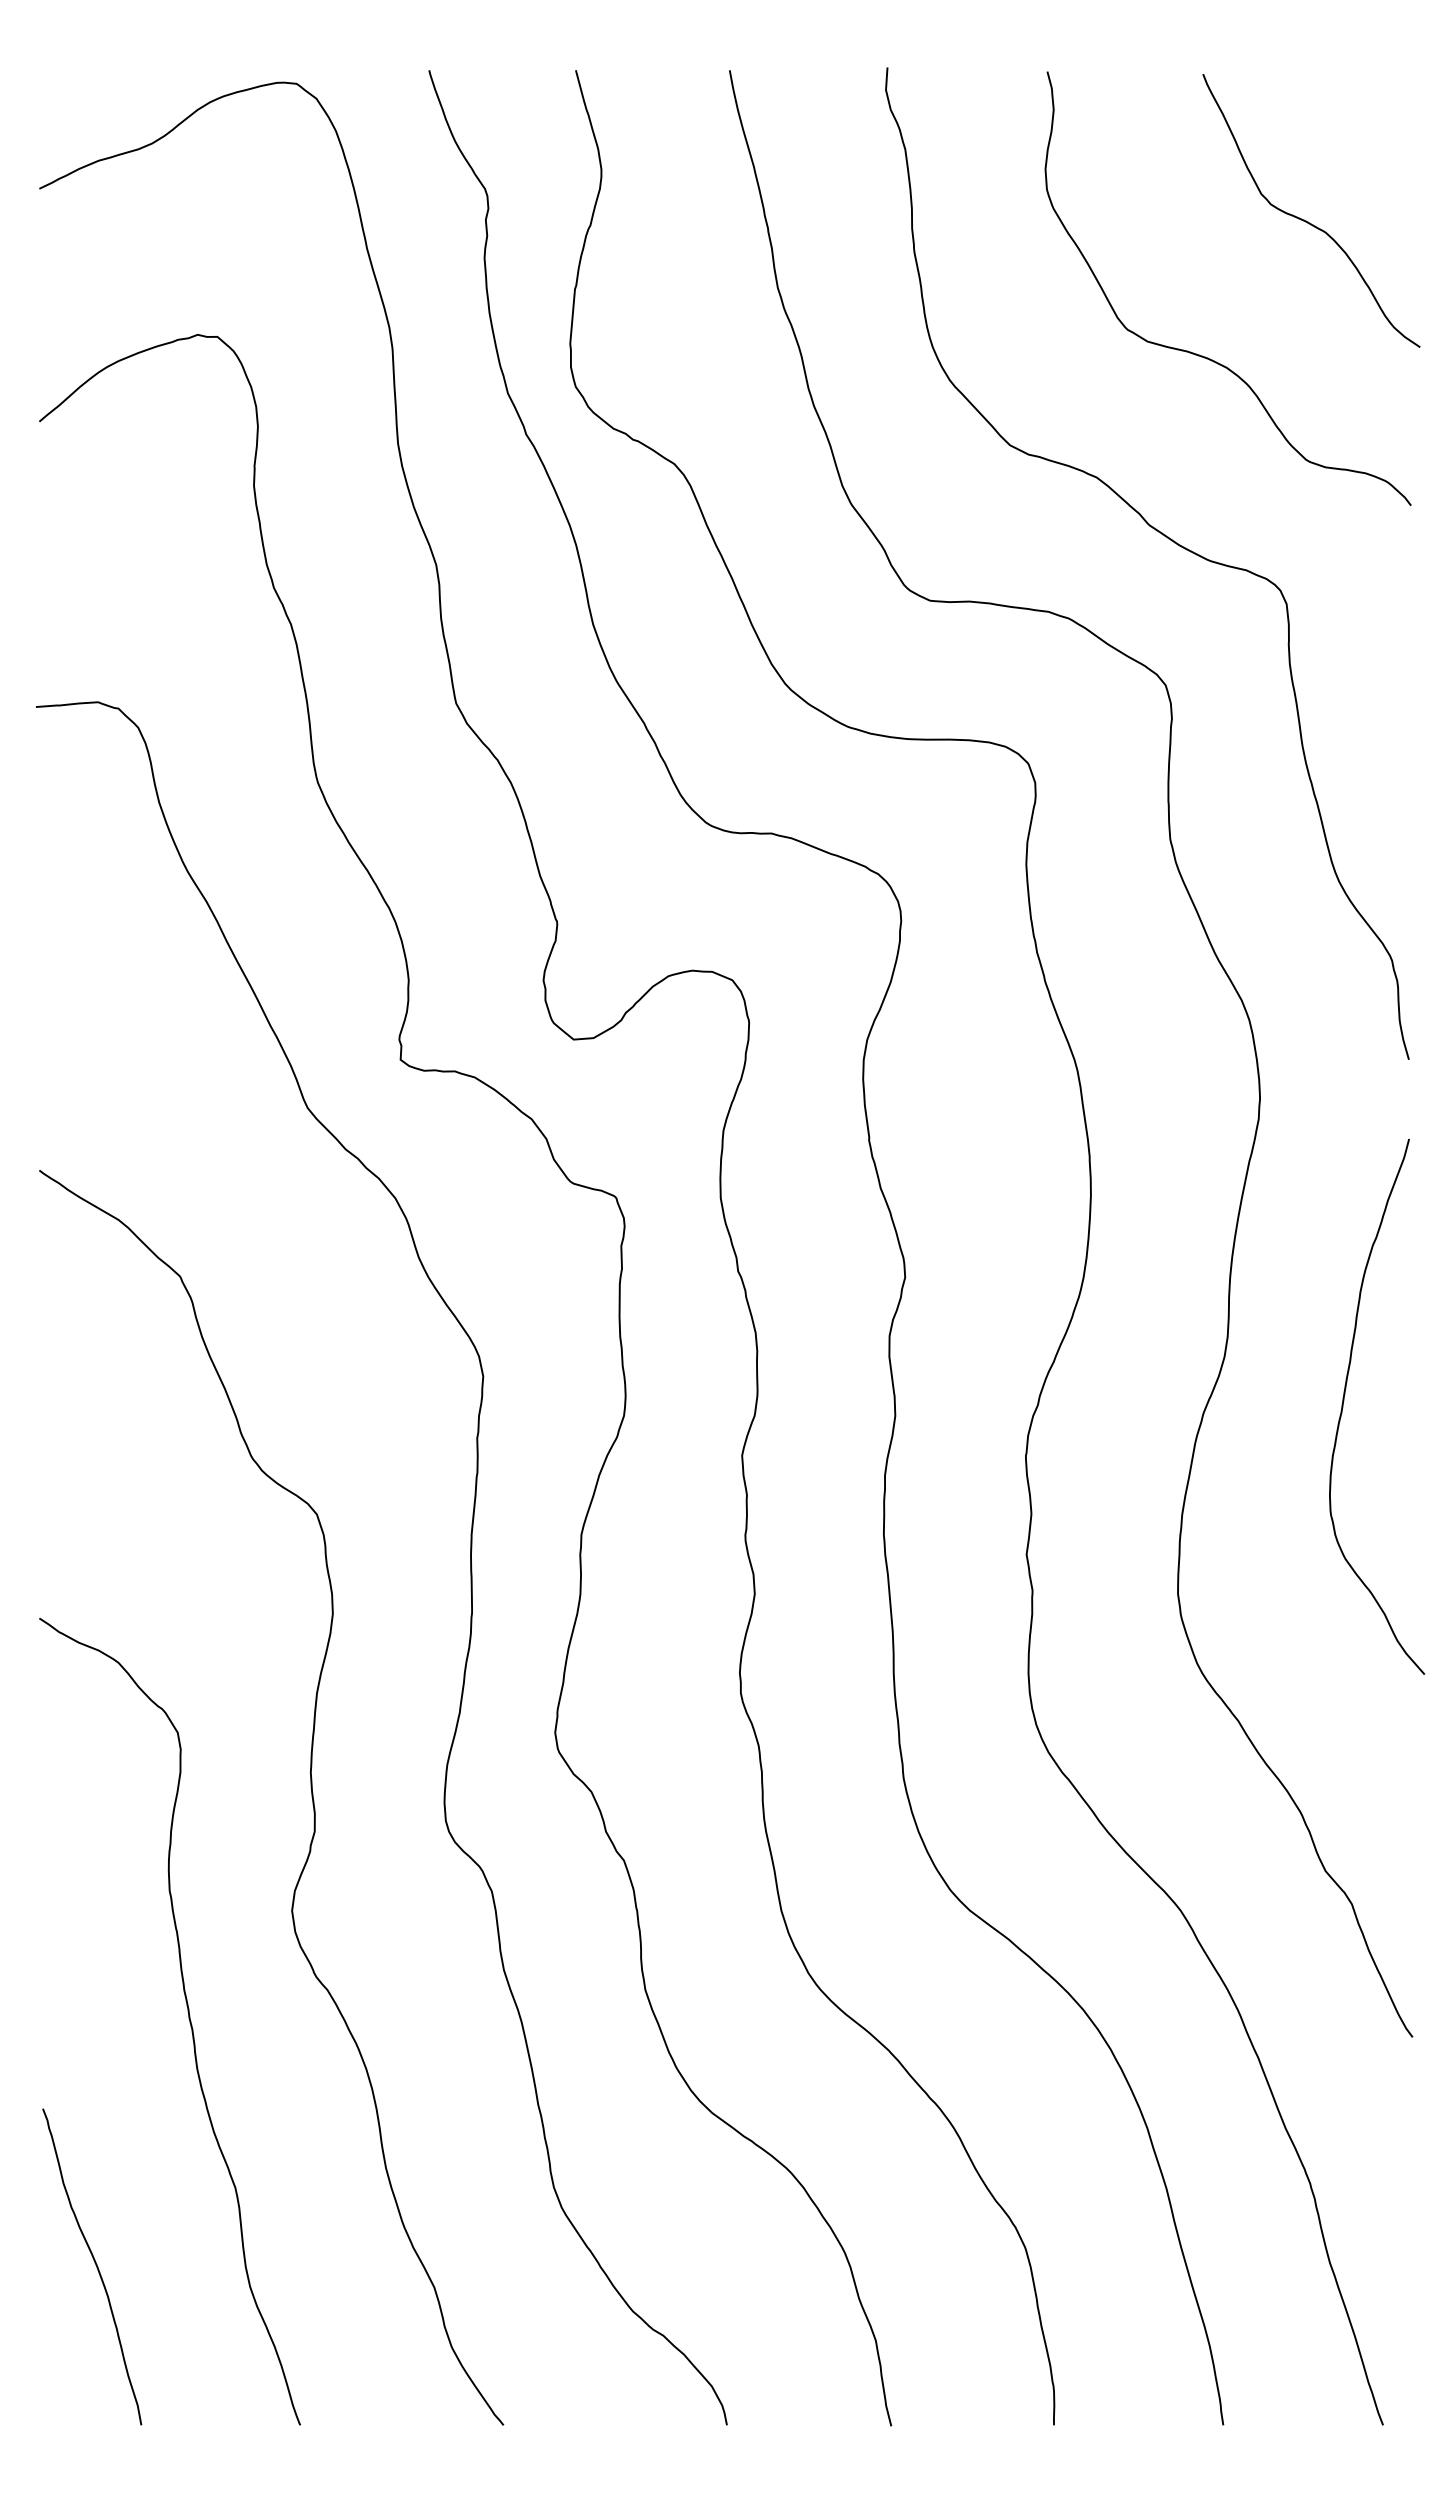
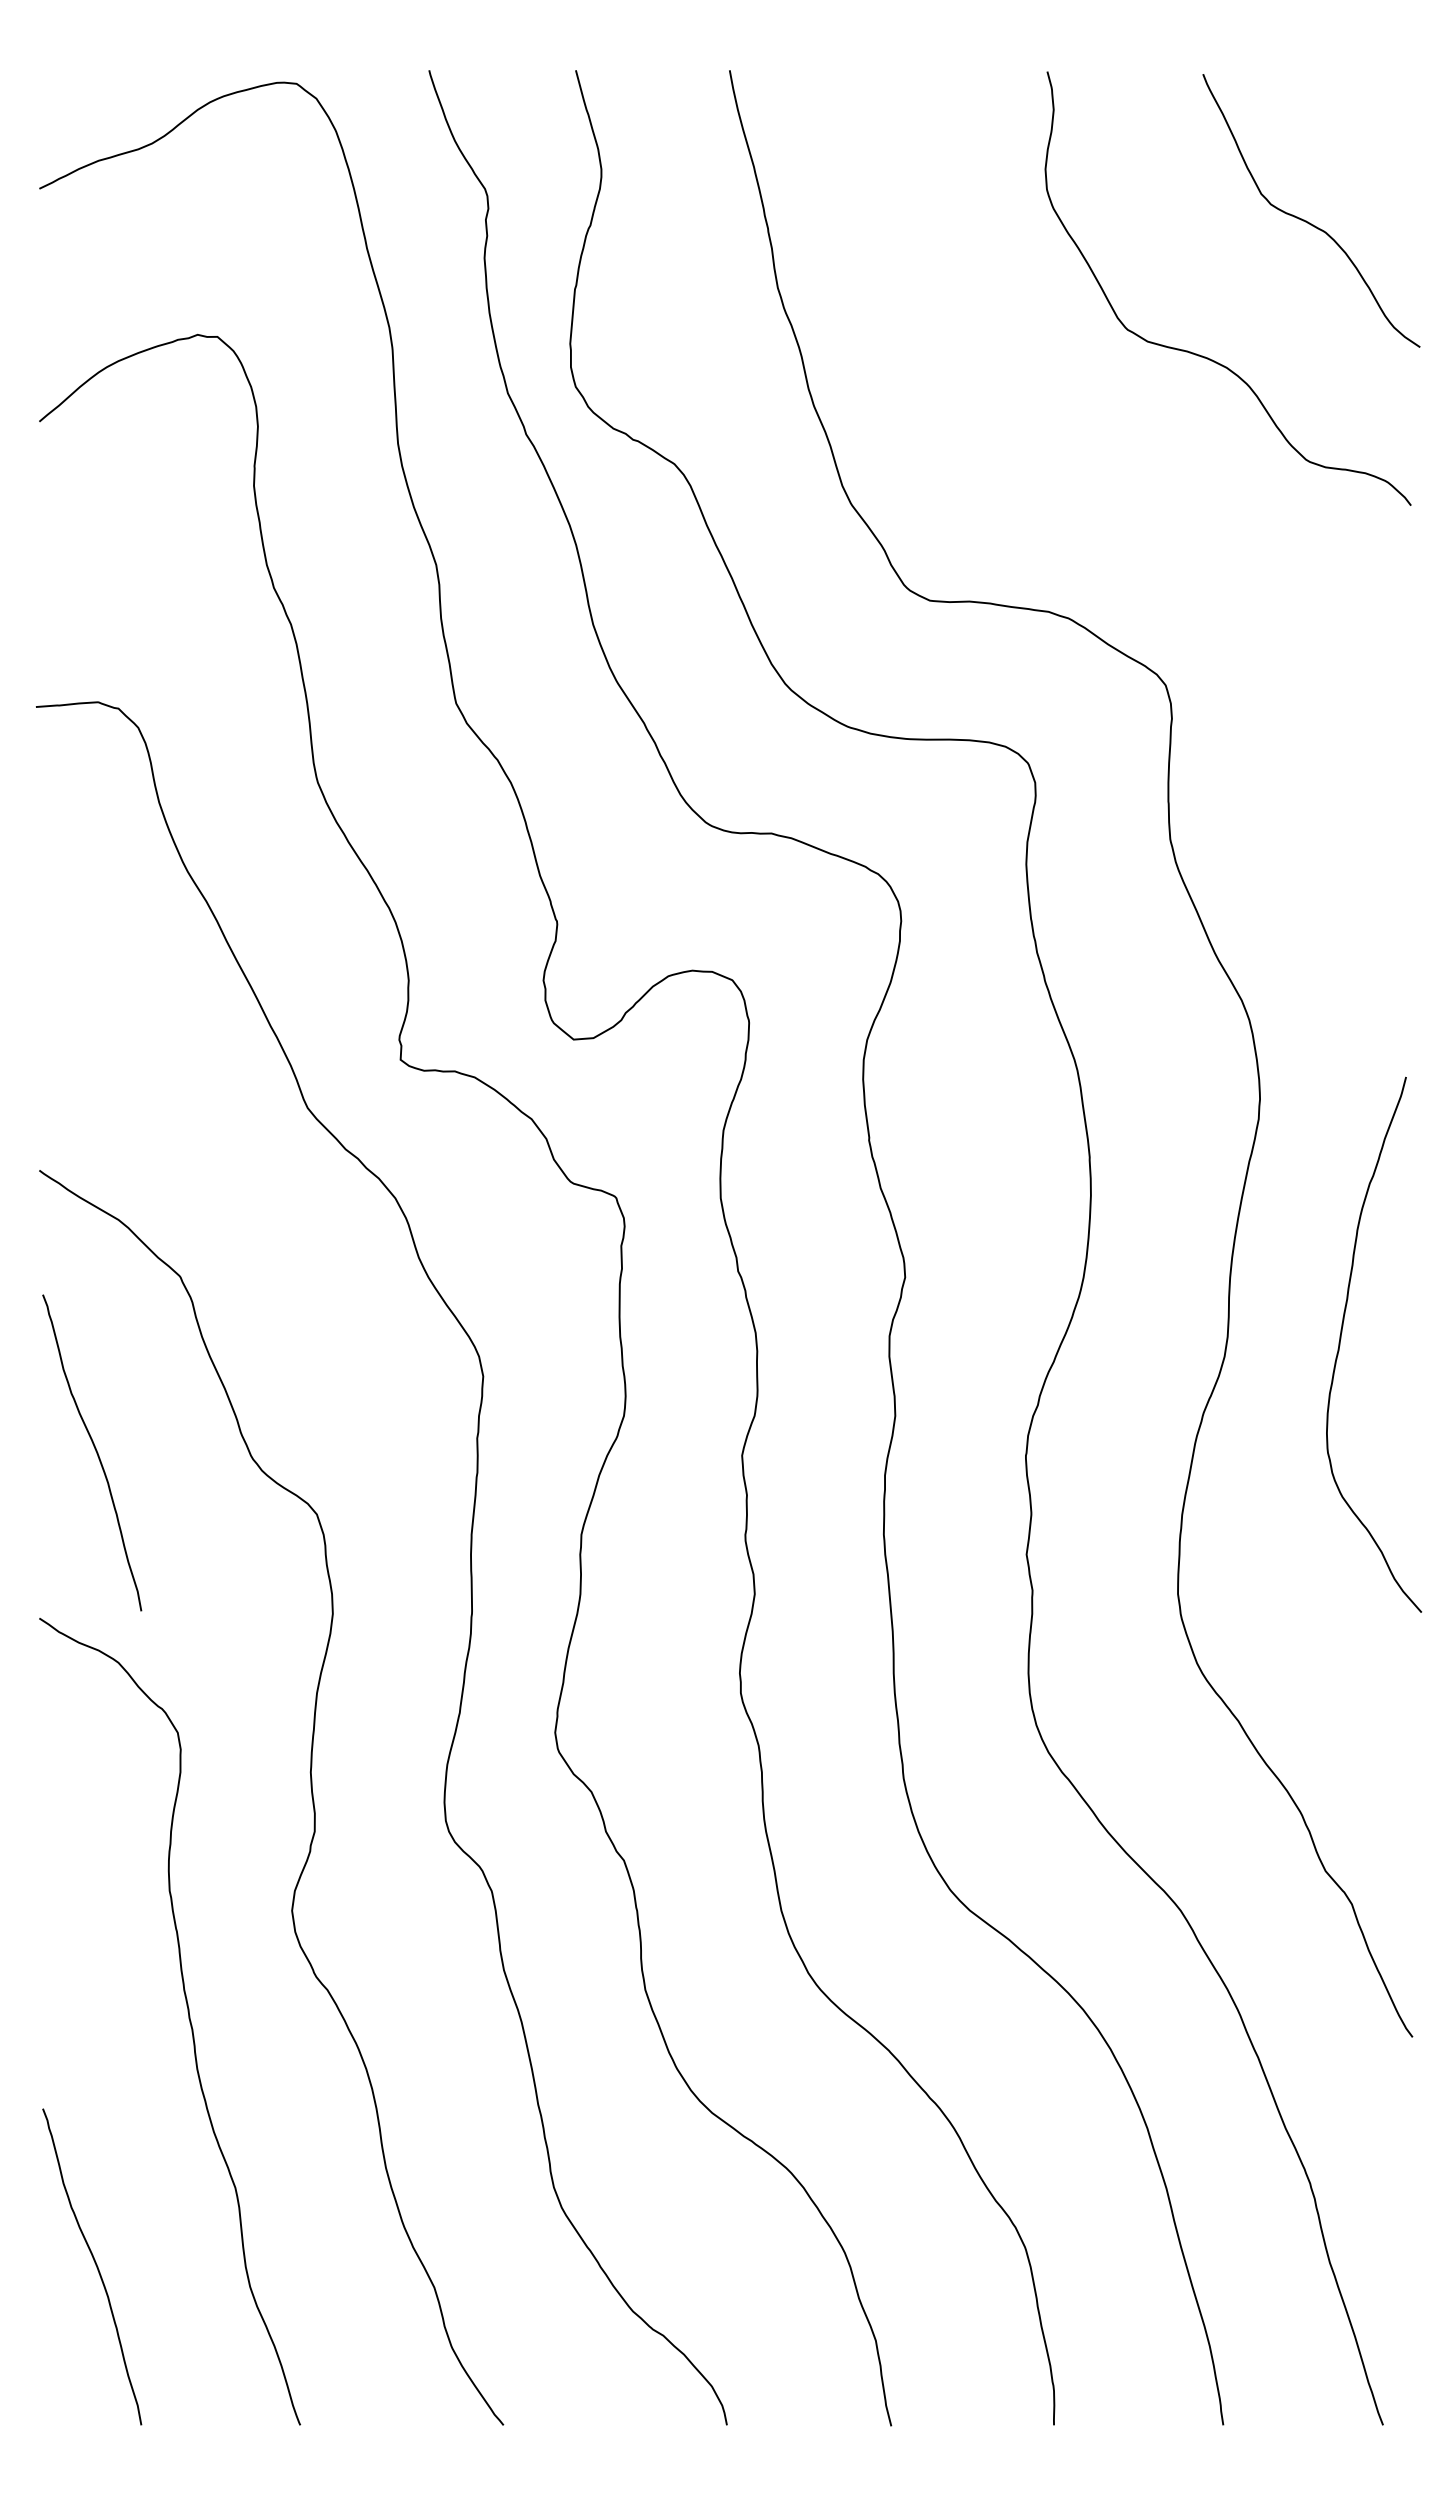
curve at (1165, 537): present -> none
curve at (1344, 1401) position: (1344, 1401) -> (1341, 1339)
curve at (95, 1451): none -> present
